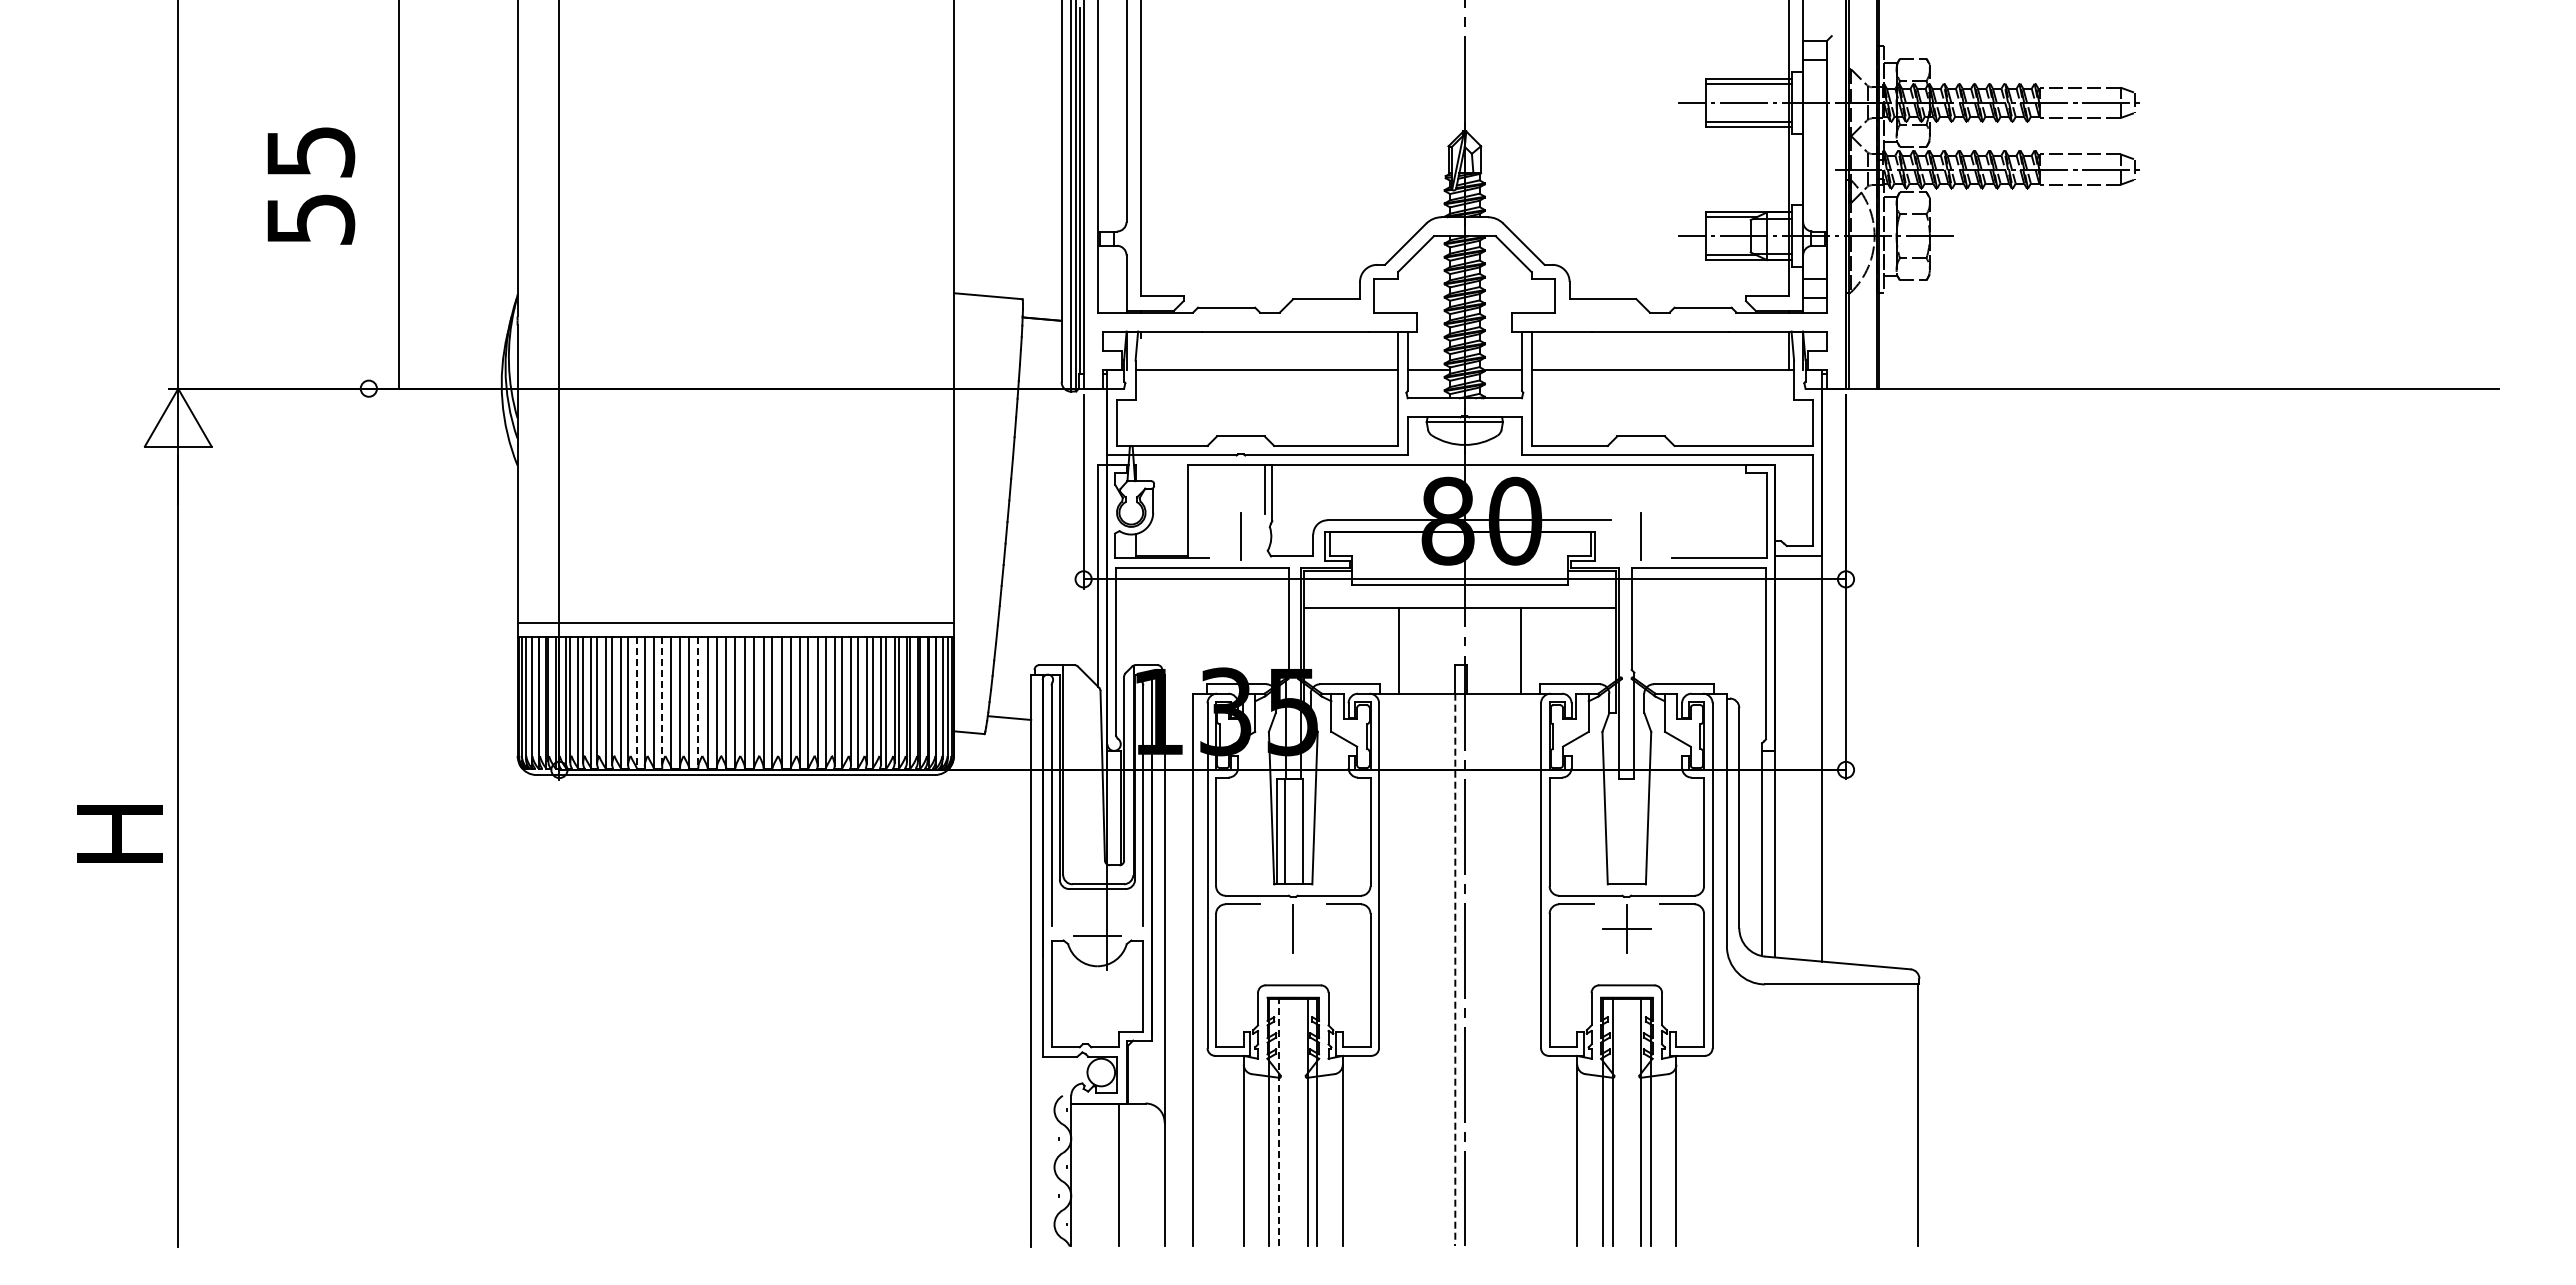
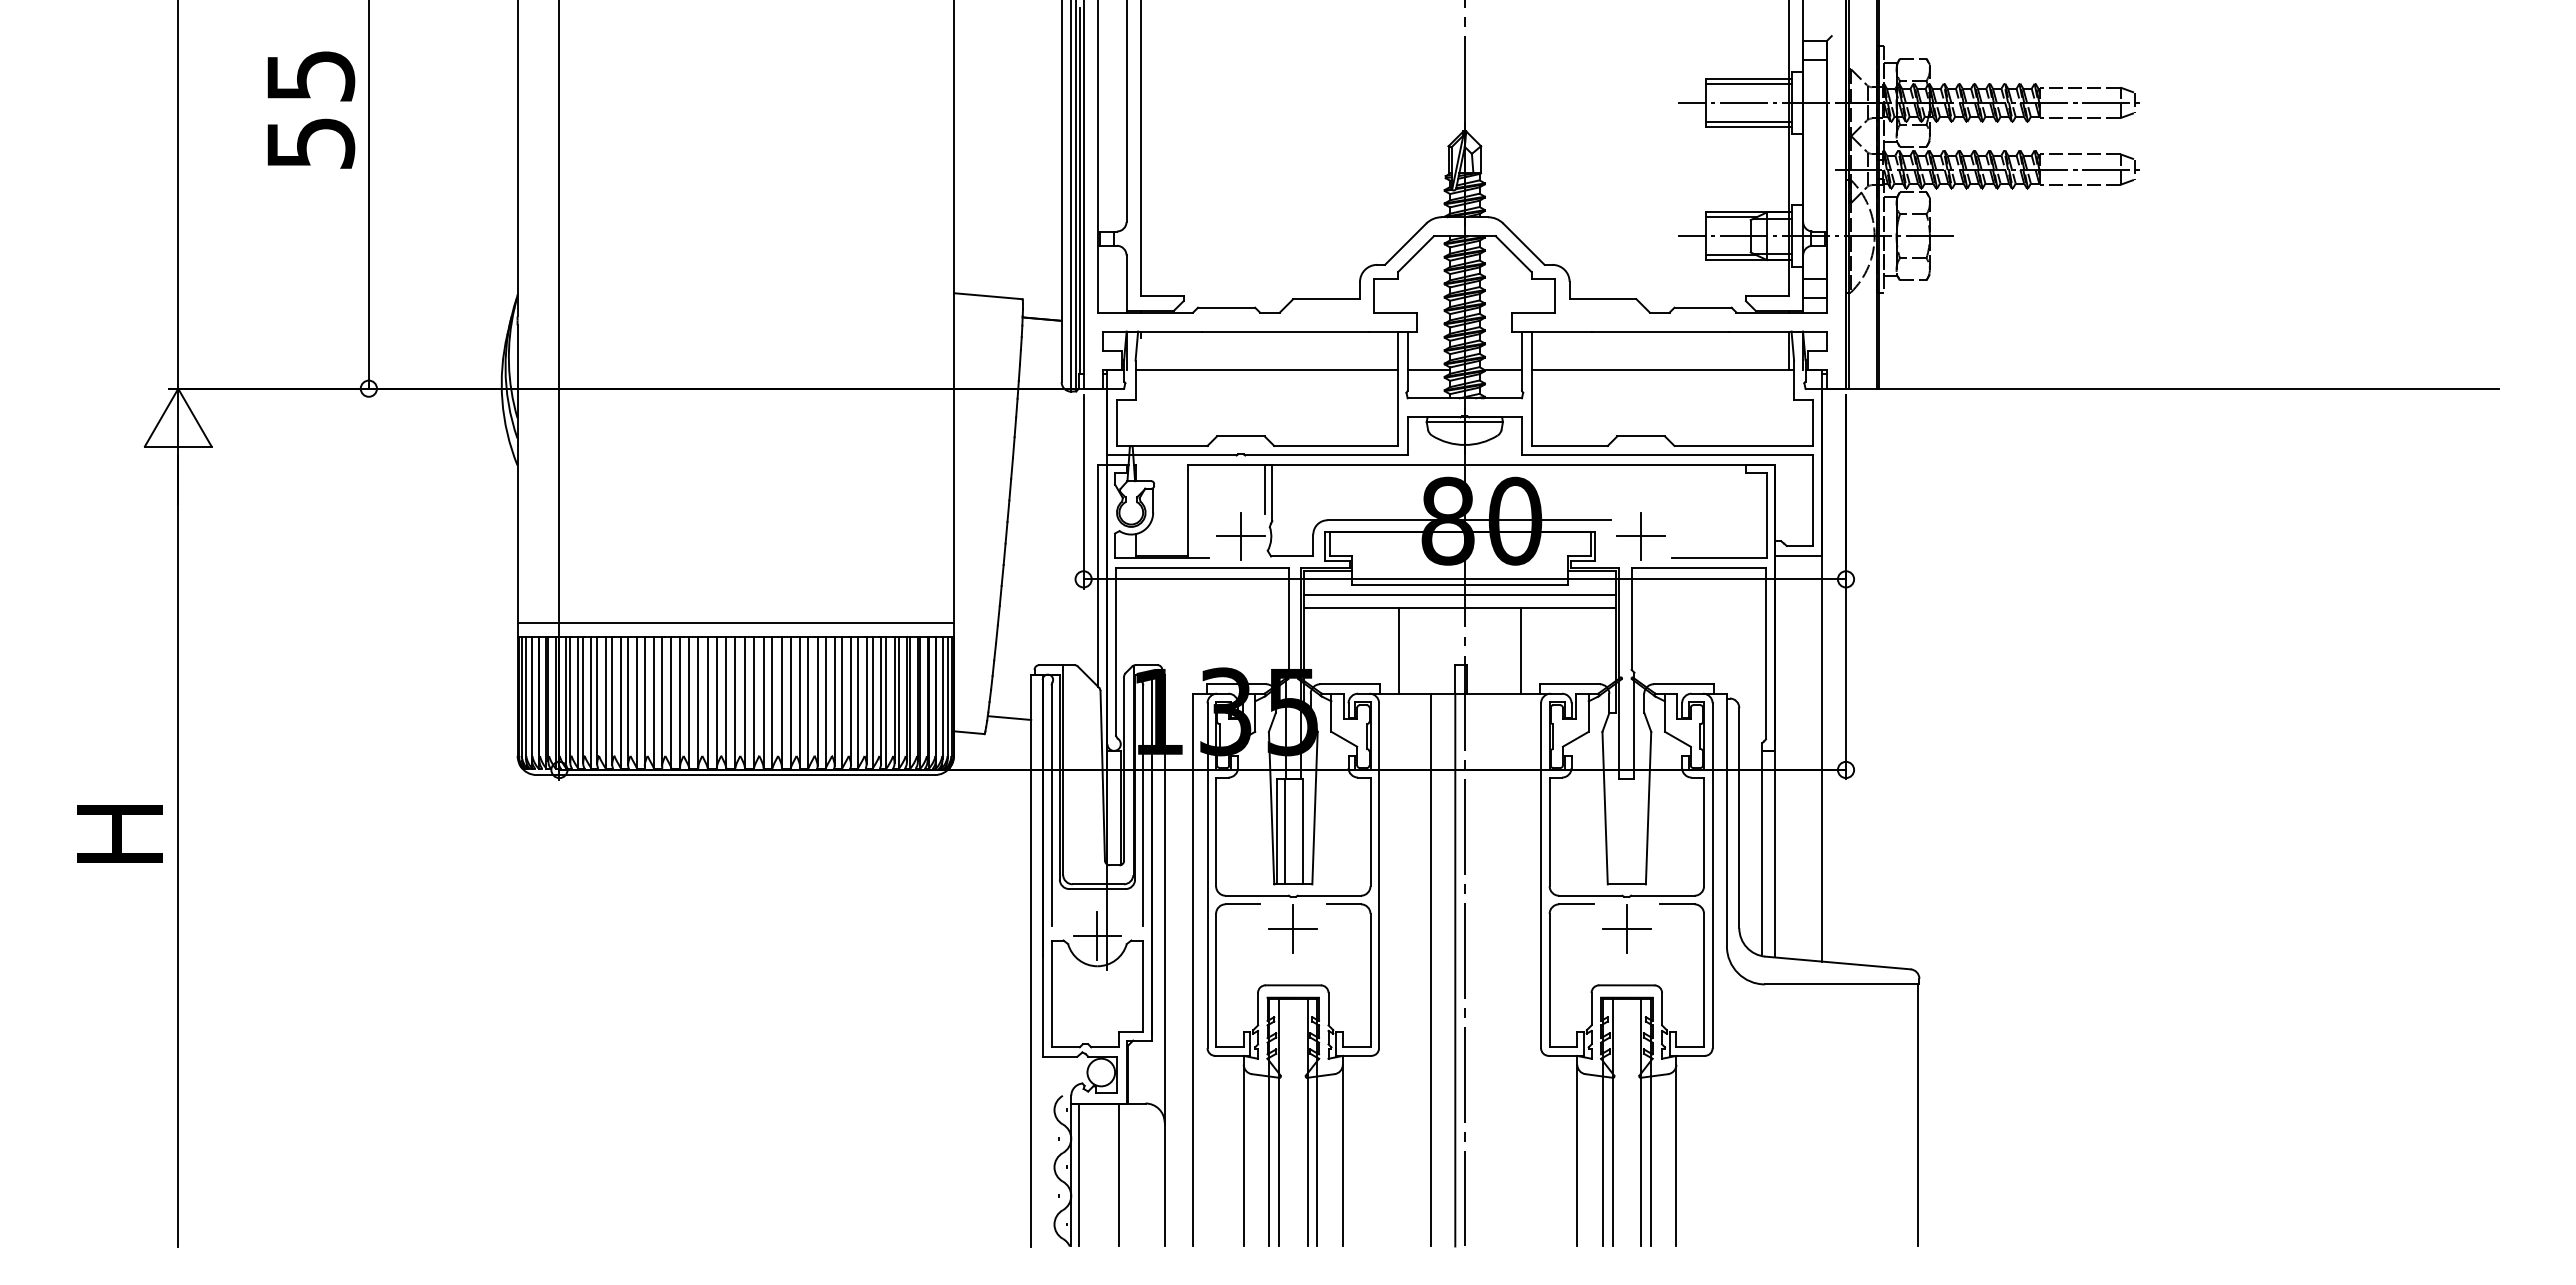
text at (311, 185) position: (311, 185) -> (311, 109)
line at (398, 195) position: (398, 195) -> (368, 195)
line at (1240, 536): none -> present
line at (1640, 536): none -> present
line at (1459, 594): none -> present
line at (662, 701): dashed -> solid
line at (637, 702): dashed -> solid
line at (698, 702): dashed -> solid
line at (1293, 929): none -> present
line at (1097, 935): none -> present
line at (1431, 969): none -> present
line at (1455, 970): dashed -> solid
line at (1279, 1122): dashed -> solid
line at (1078, 1174): none -> present
